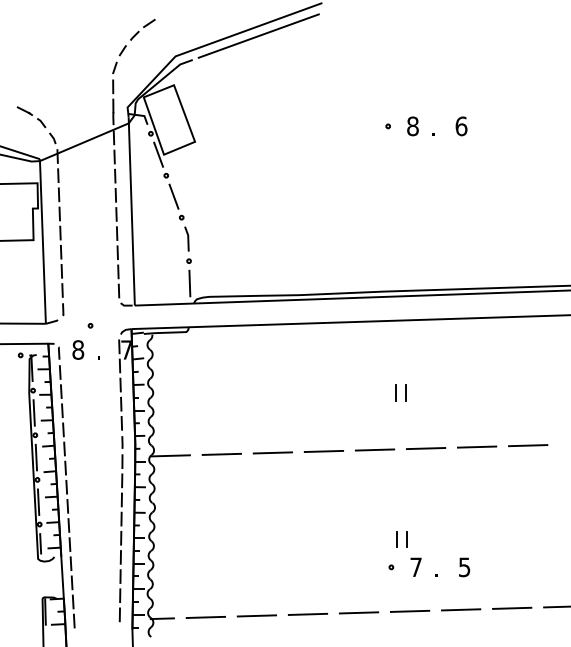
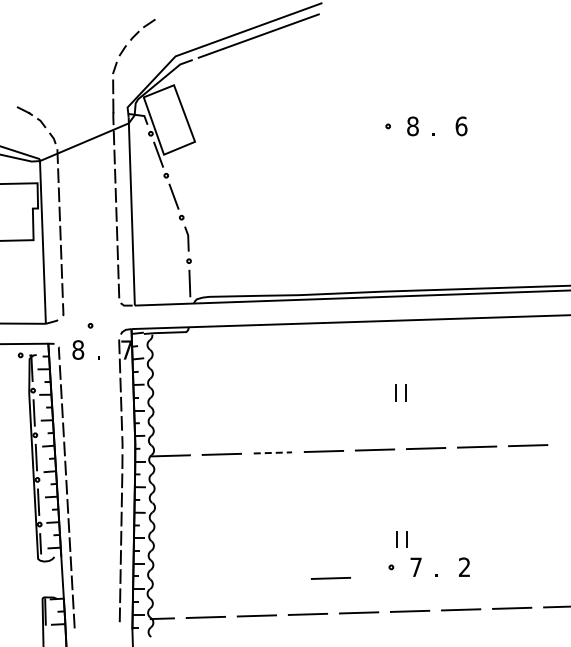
line at (273, 452): solid -> dashed
text at (464, 567): 5 -> 2
line at (330, 577): none -> present
